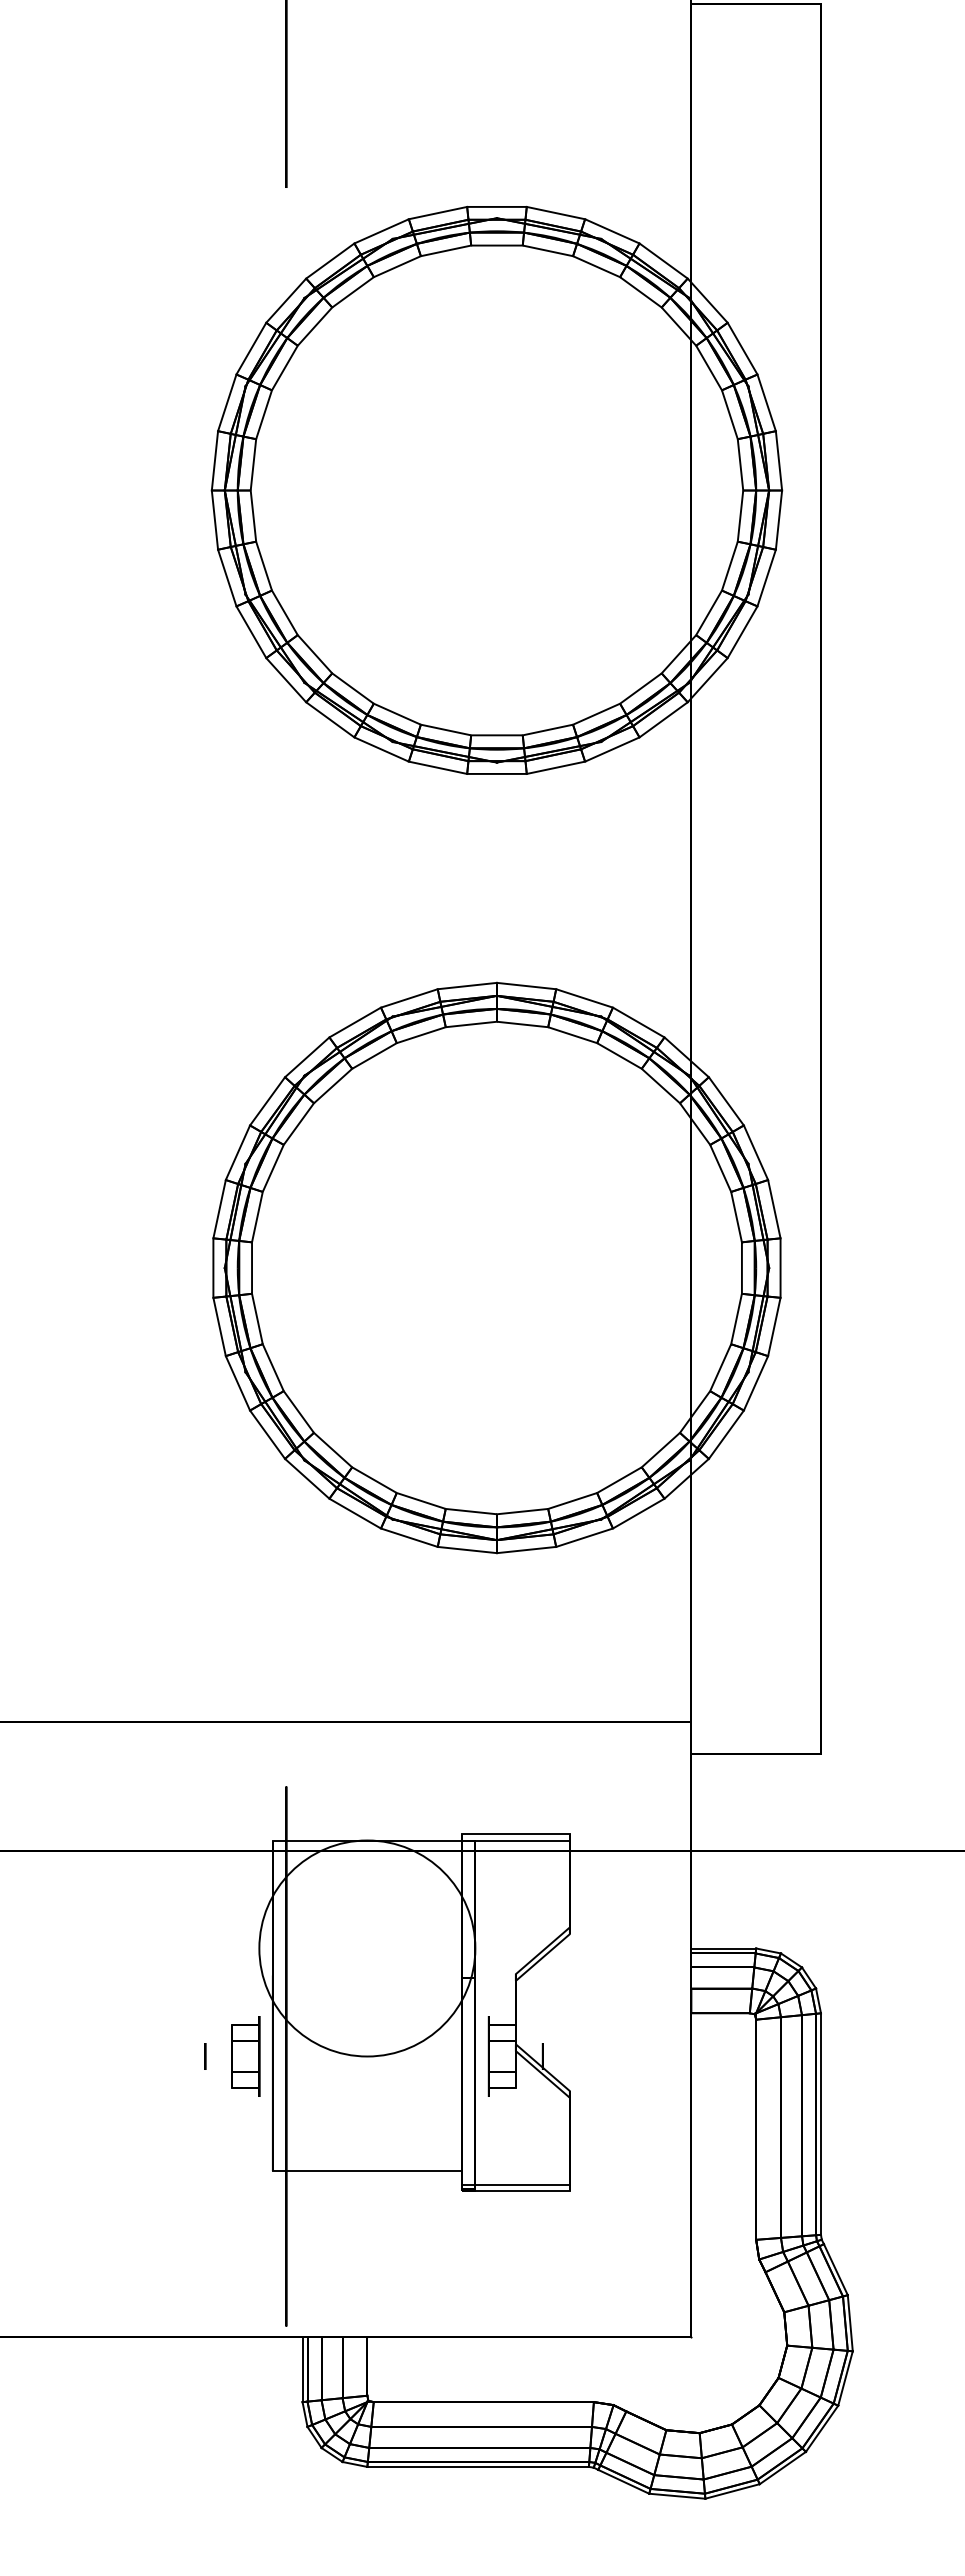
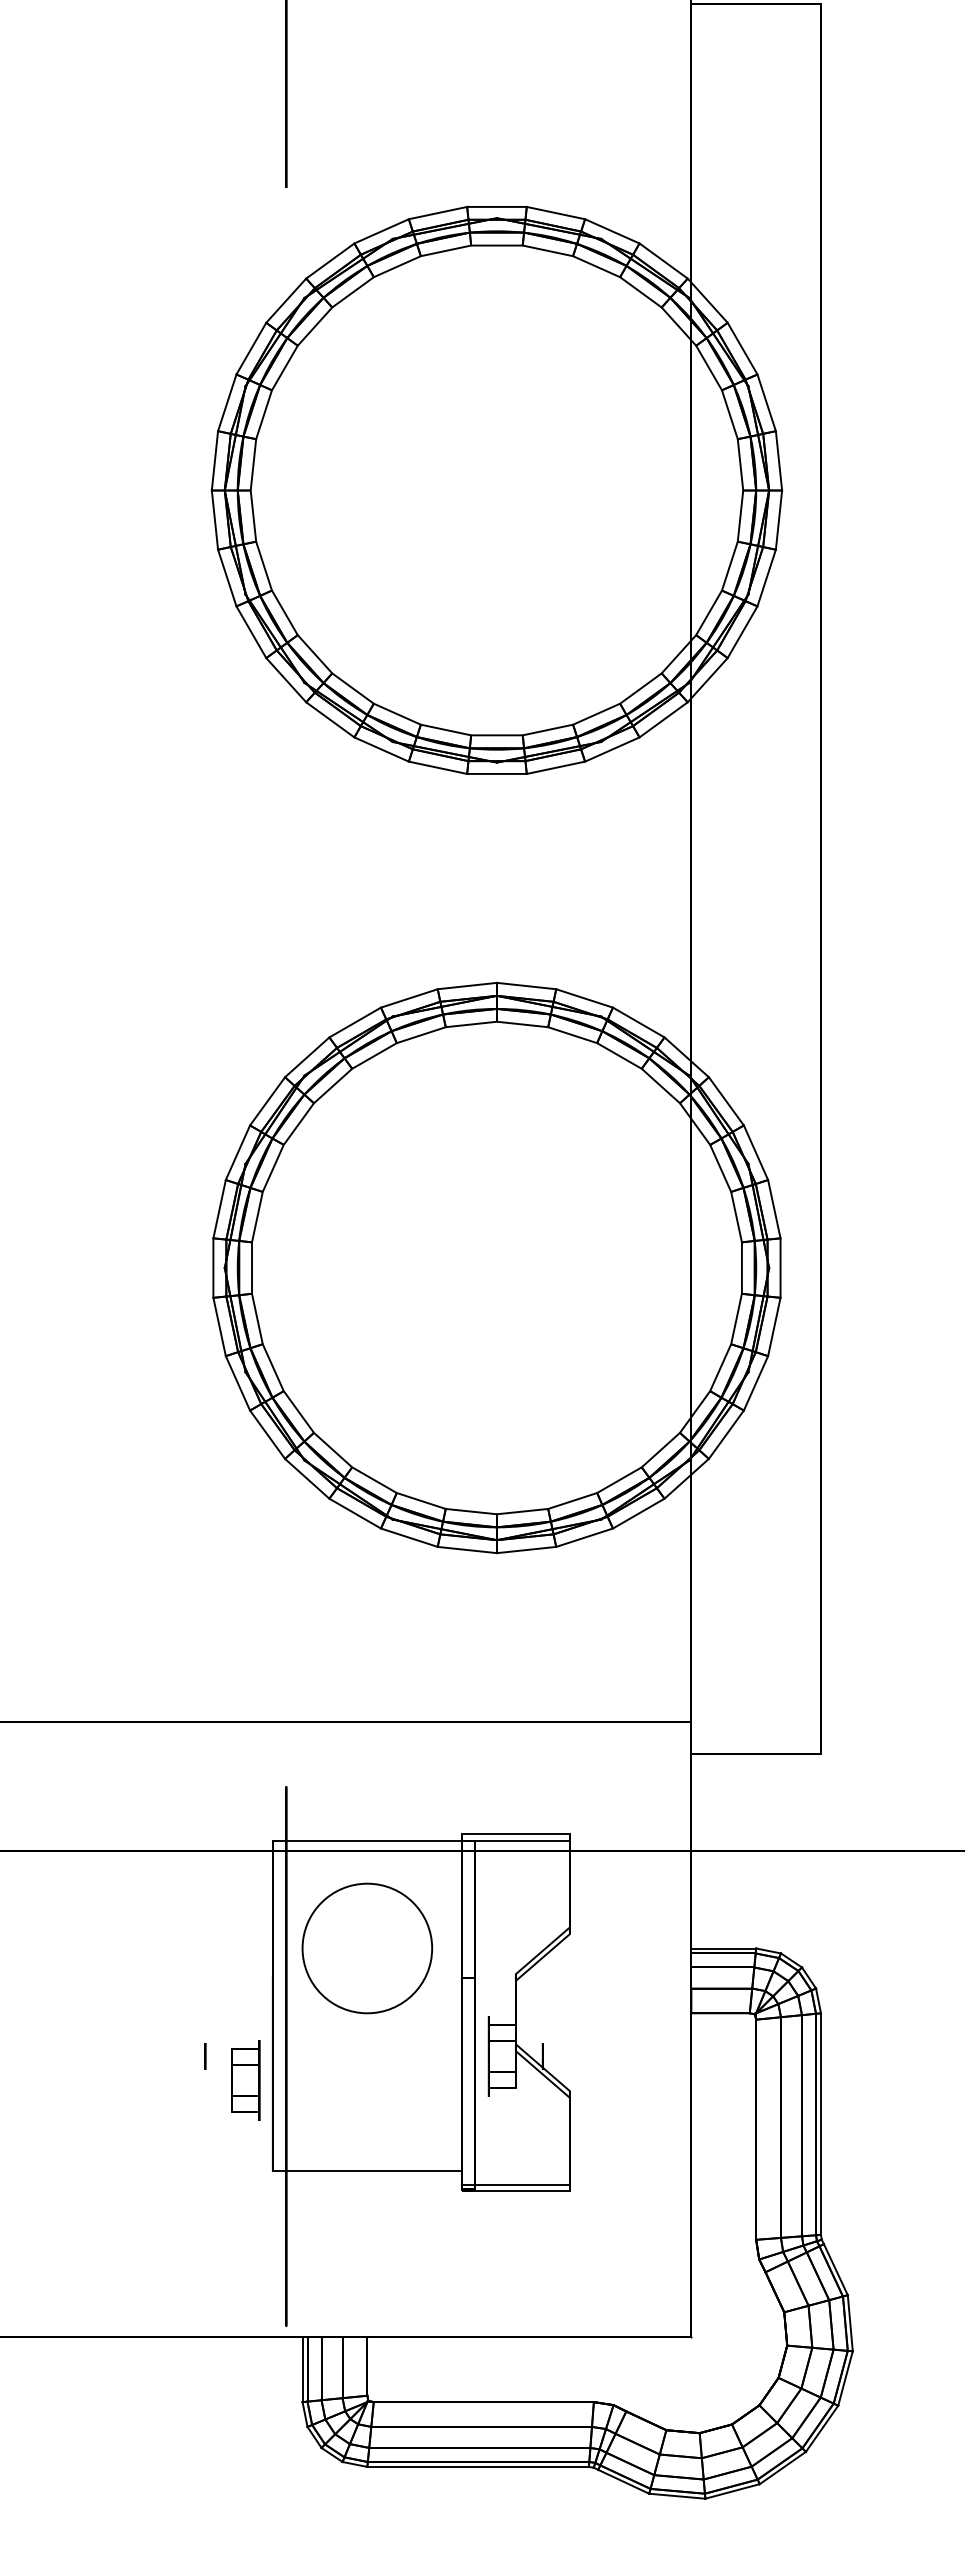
circle at (367, 1948) diameter: 216 px -> 130 px
part at (245, 2056) position: (245, 2056) -> (245, 2080)
